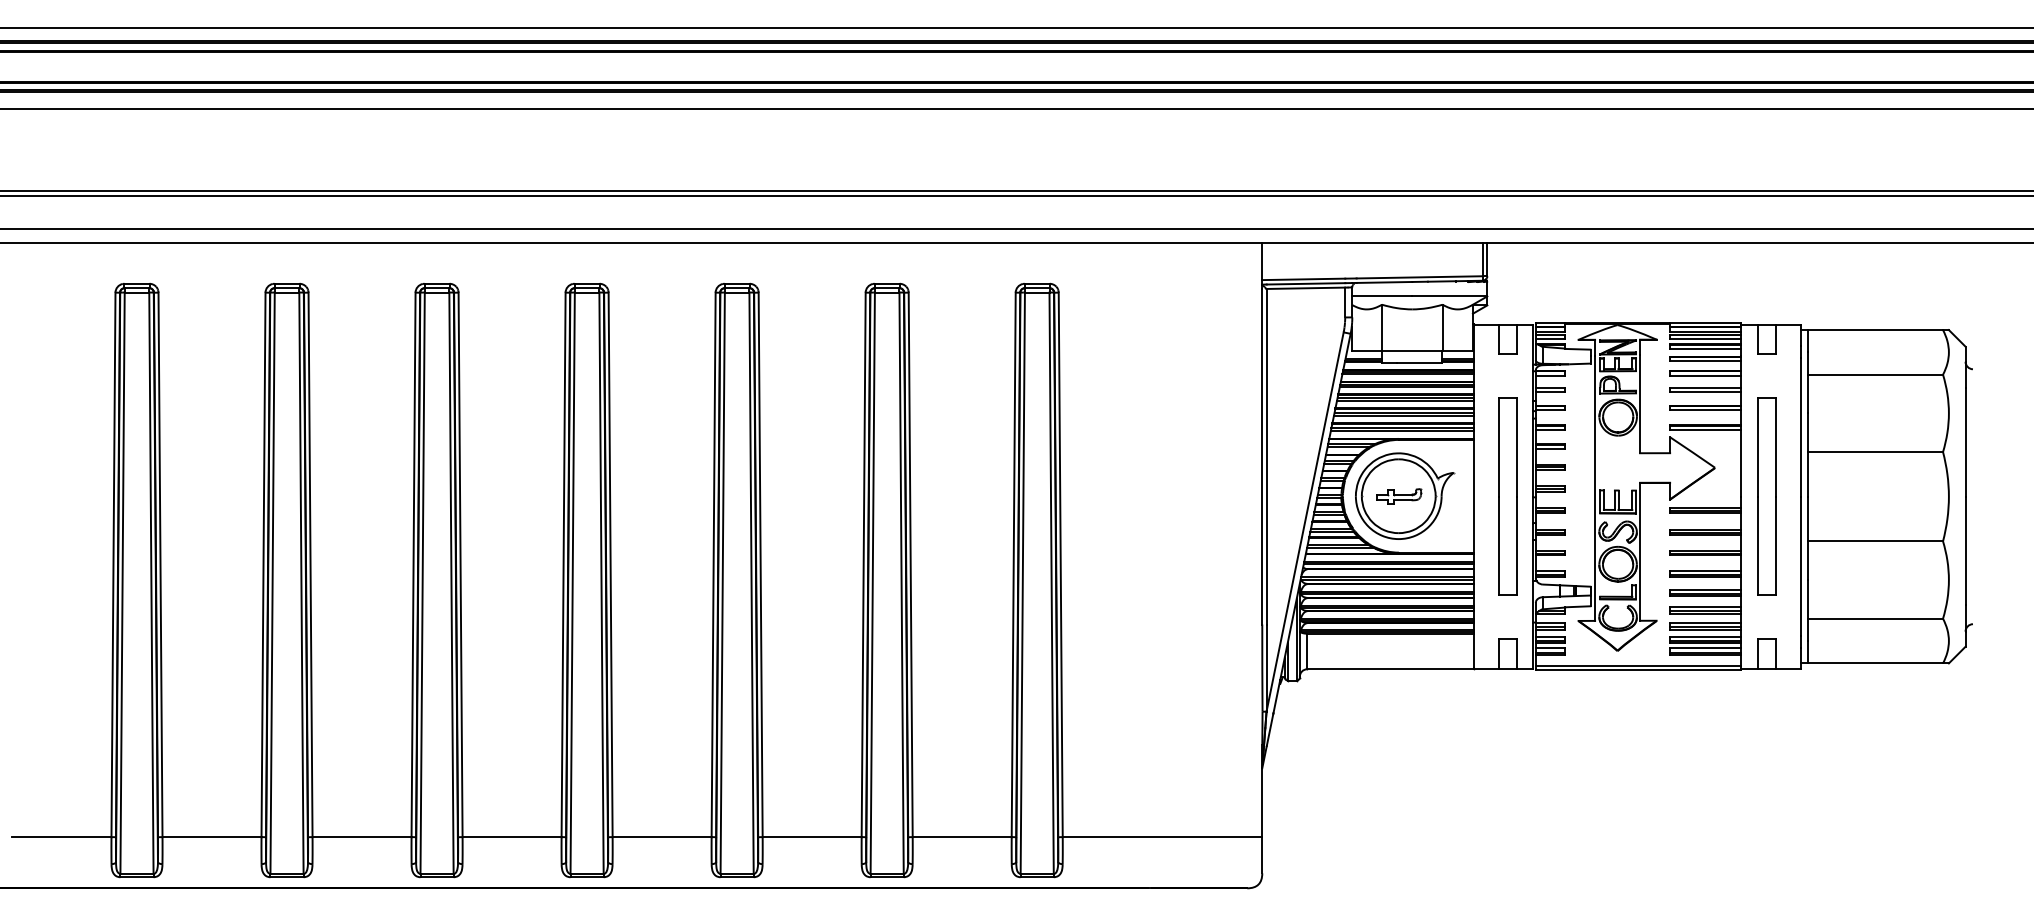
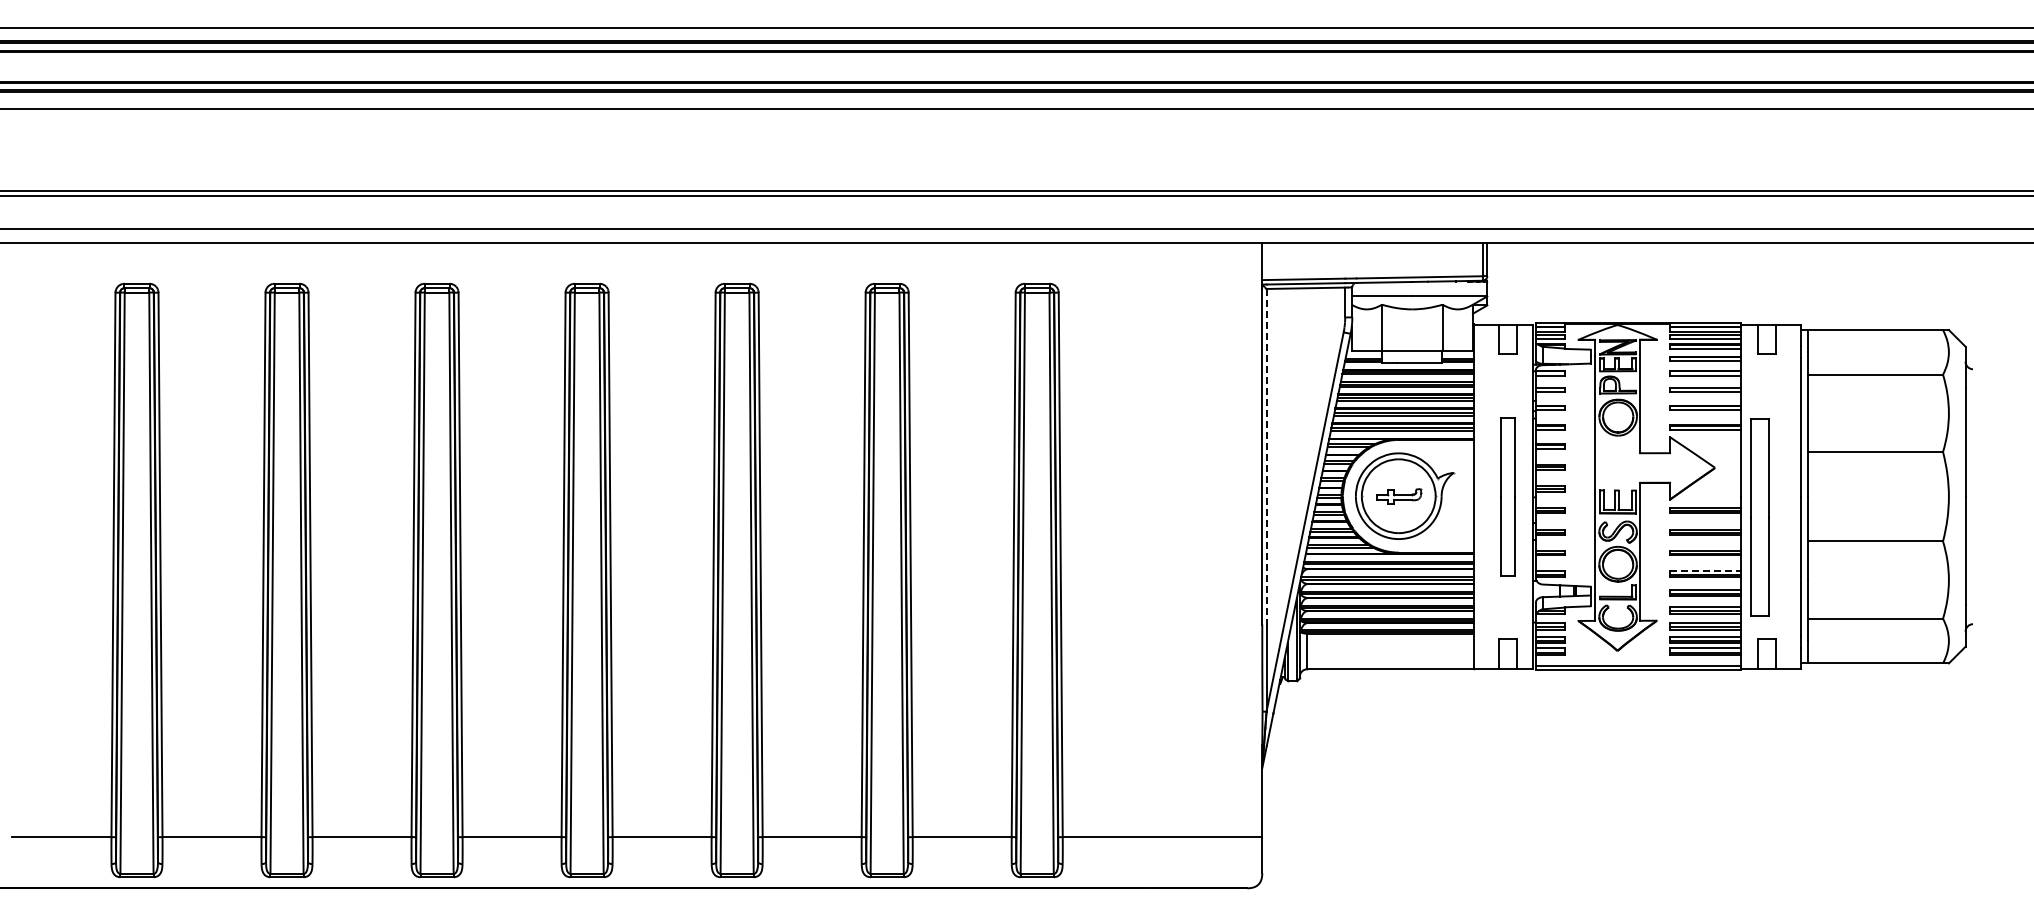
line at (1266, 456): solid -> dashed
part at (1507, 496) size: 20x199 px -> 16x160 px
part at (1766, 496) position: (1766, 496) -> (1759, 517)
line at (1705, 570): solid -> dashed
